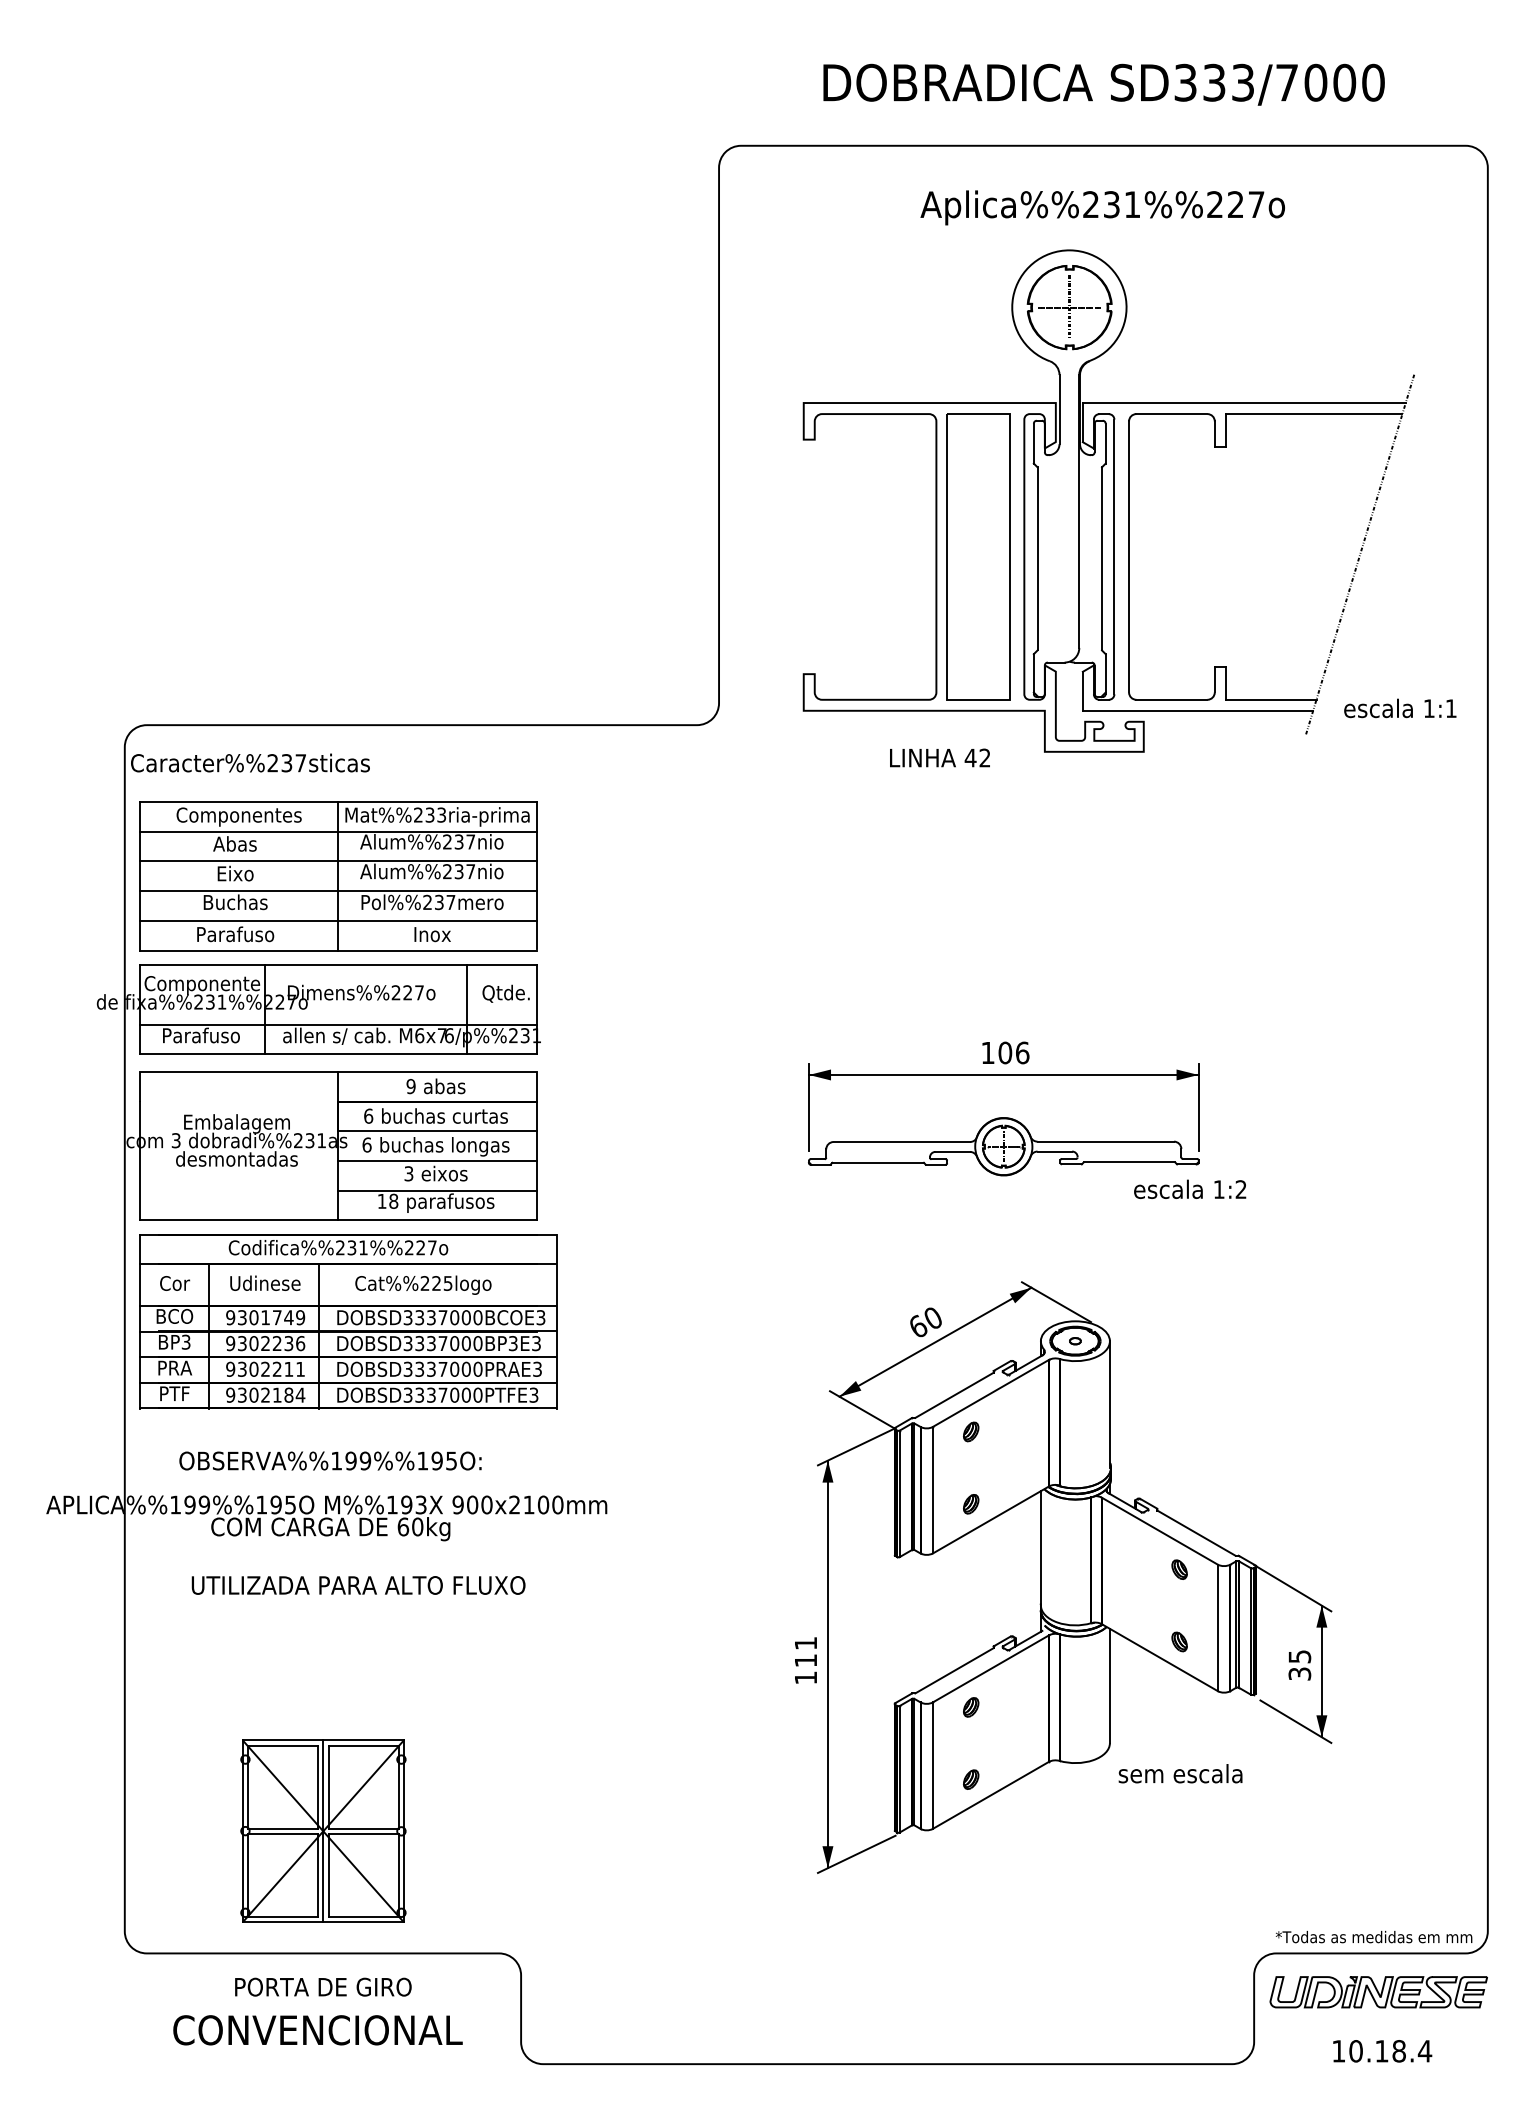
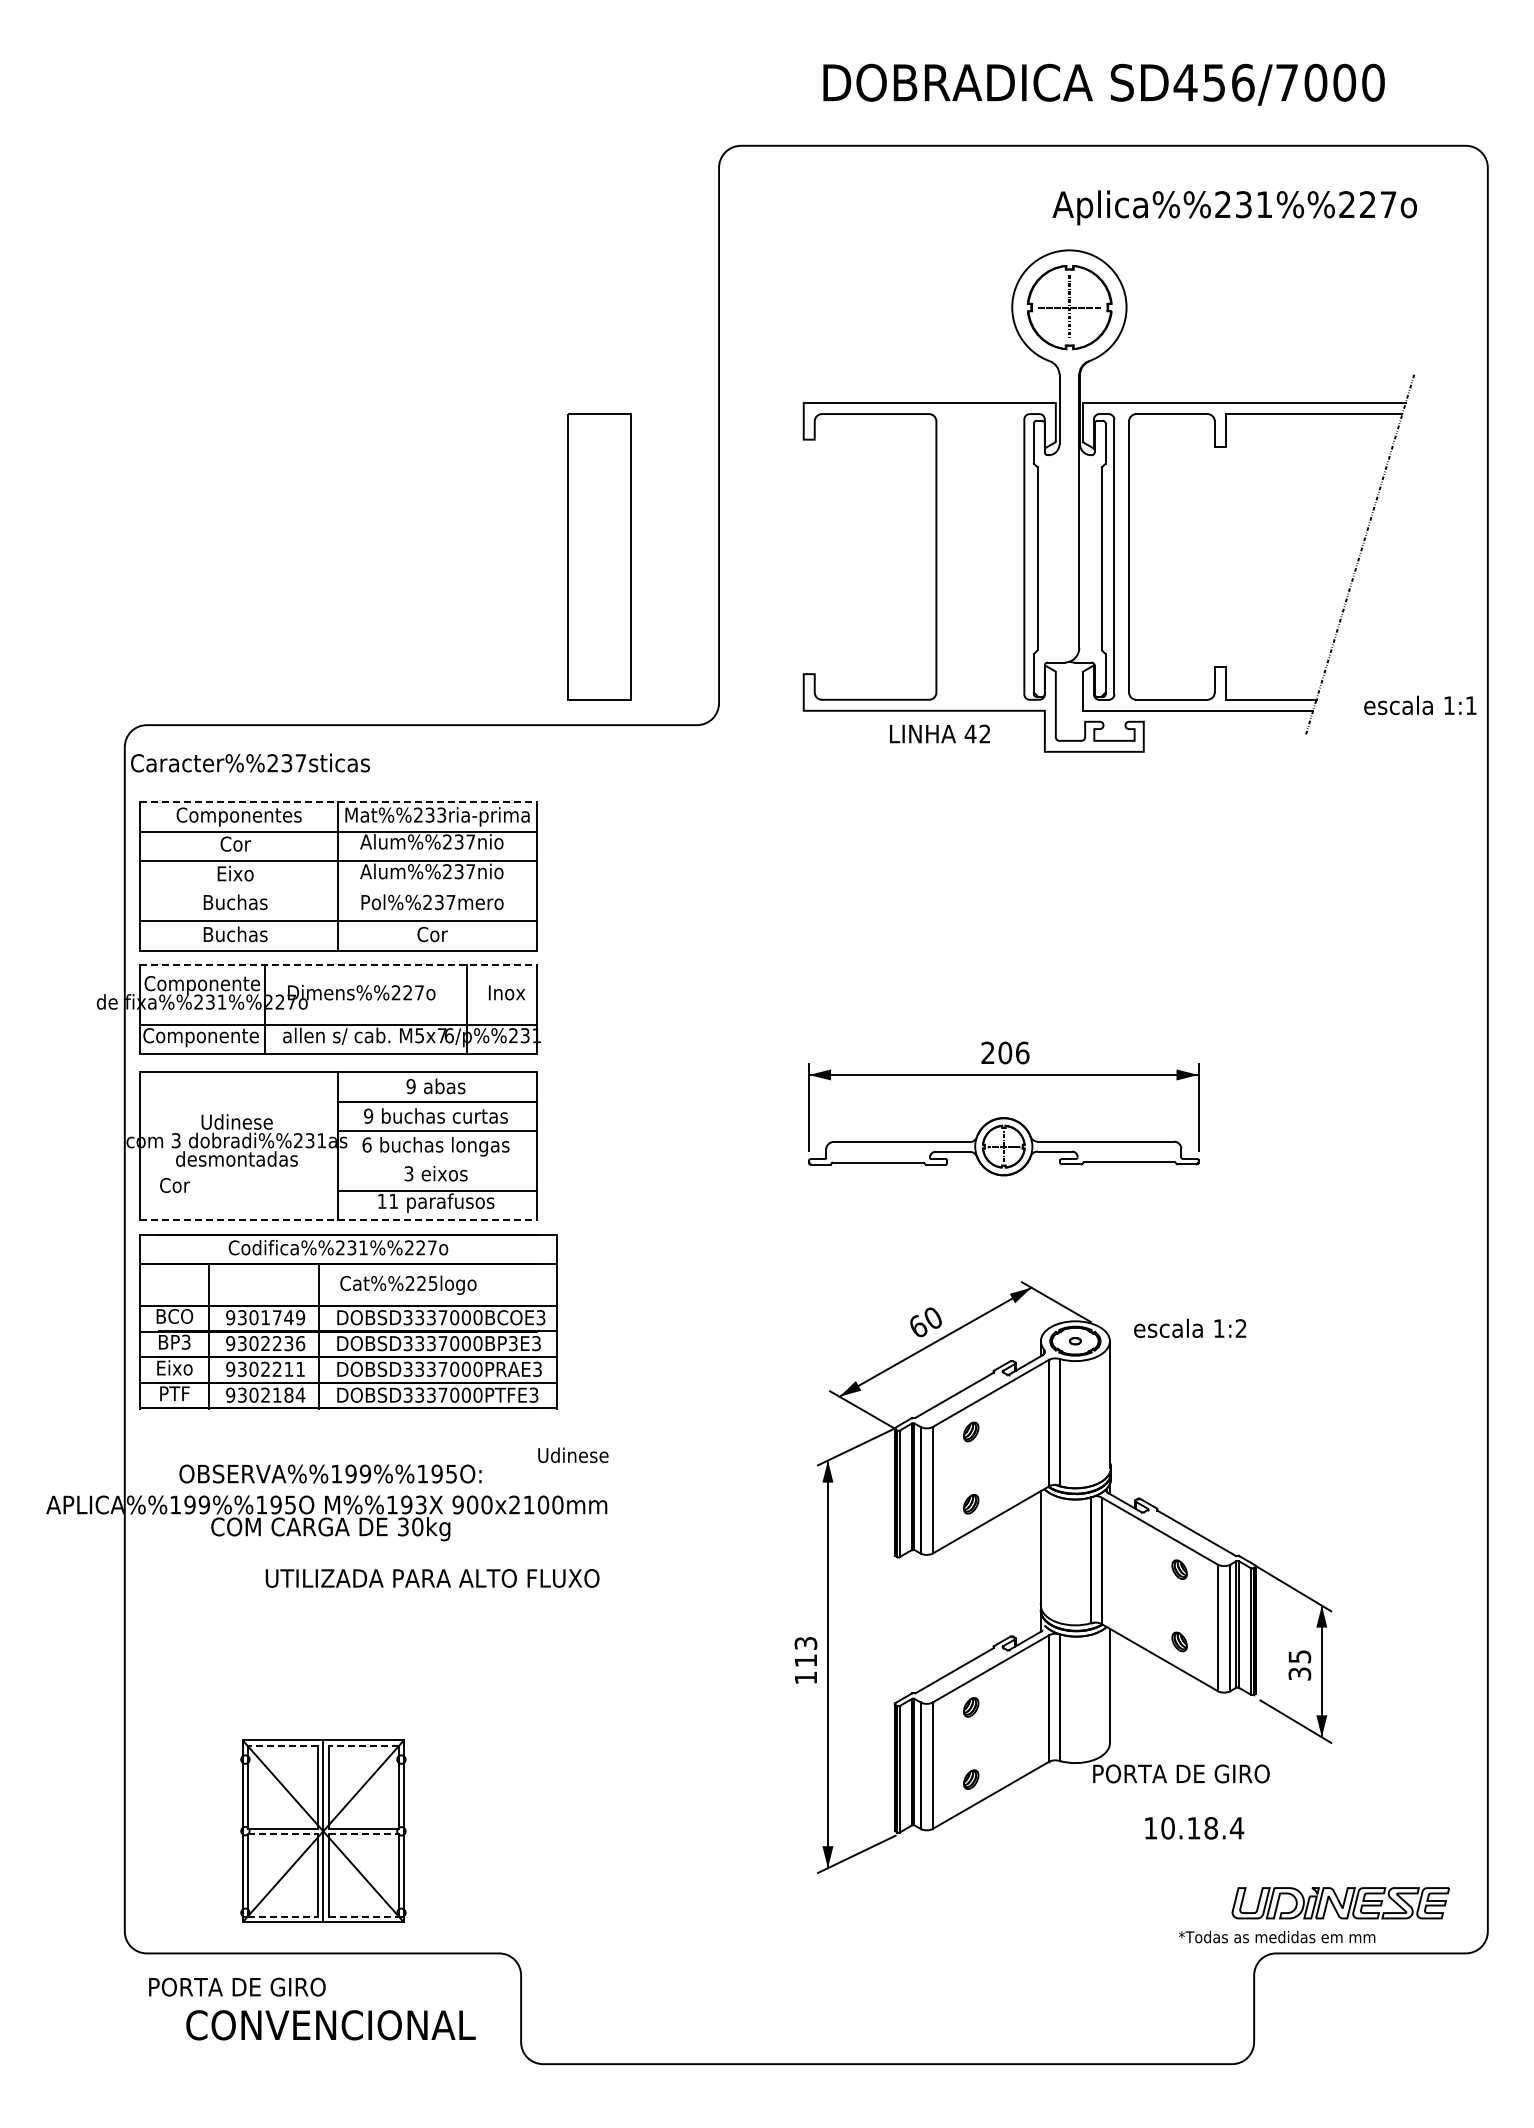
text at (1213, 82): SD333/7000 -> SD456/7000
text at (1102, 207) position: (1102, 207) -> (1234, 207)
part at (978, 556) position: (978, 556) -> (599, 556)
text at (1400, 708) position: (1400, 708) -> (1420, 705)
text at (939, 757) position: (939, 757) -> (939, 733)
line at (338, 802): solid -> dashed
text at (234, 843): Abas -> Cor
line at (337, 891): present -> none
text at (235, 934): Parafuso -> Buchas
text at (432, 934): Inox -> Cor
line at (338, 965): solid -> dashed
text at (505, 993): Qtde. -> Inox
text at (419, 1035): M6x7 -> M5x7
text at (200, 1037): Parafuso -> Componente
text at (987, 1052): 106 -> 206
text at (368, 1115): 6 -> 9
text at (236, 1123): Embalagem -> Udinese
line at (437, 1161): present -> none
text at (1190, 1188) position: (1190, 1188) -> (1190, 1327)
text at (393, 1200): 18 -> 11
line at (338, 1220): solid -> dashed
text at (265, 1282) position: (265, 1282) -> (573, 1454)
text at (175, 1283) position: (175, 1283) -> (175, 1185)
text at (423, 1284) position: (423, 1284) -> (408, 1284)
text at (174, 1367): PRA -> Eixo
text at (330, 1460) position: (330, 1460) -> (330, 1473)
text at (403, 1526): 60kg -> 30kg
text at (358, 1585) position: (358, 1585) -> (432, 1578)
text at (805, 1643): 111 -> 113
line at (282, 1745): solid -> dashed
line at (363, 1745): solid -> dashed
text at (1181, 1773): sem escala -> PORTA DE GIRO
line at (283, 1833): solid -> dashed
line at (364, 1833): solid -> dashed
line at (283, 1917): solid -> dashed
line at (364, 1917): solid -> dashed
text at (1374, 1936) position: (1374, 1936) -> (1277, 1936)
text at (323, 1986) position: (323, 1986) -> (237, 1986)
part at (1378, 1992) position: (1378, 1992) -> (1340, 1903)
text at (317, 2030) position: (317, 2030) -> (330, 2025)
text at (1382, 2051) position: (1382, 2051) -> (1194, 1828)
